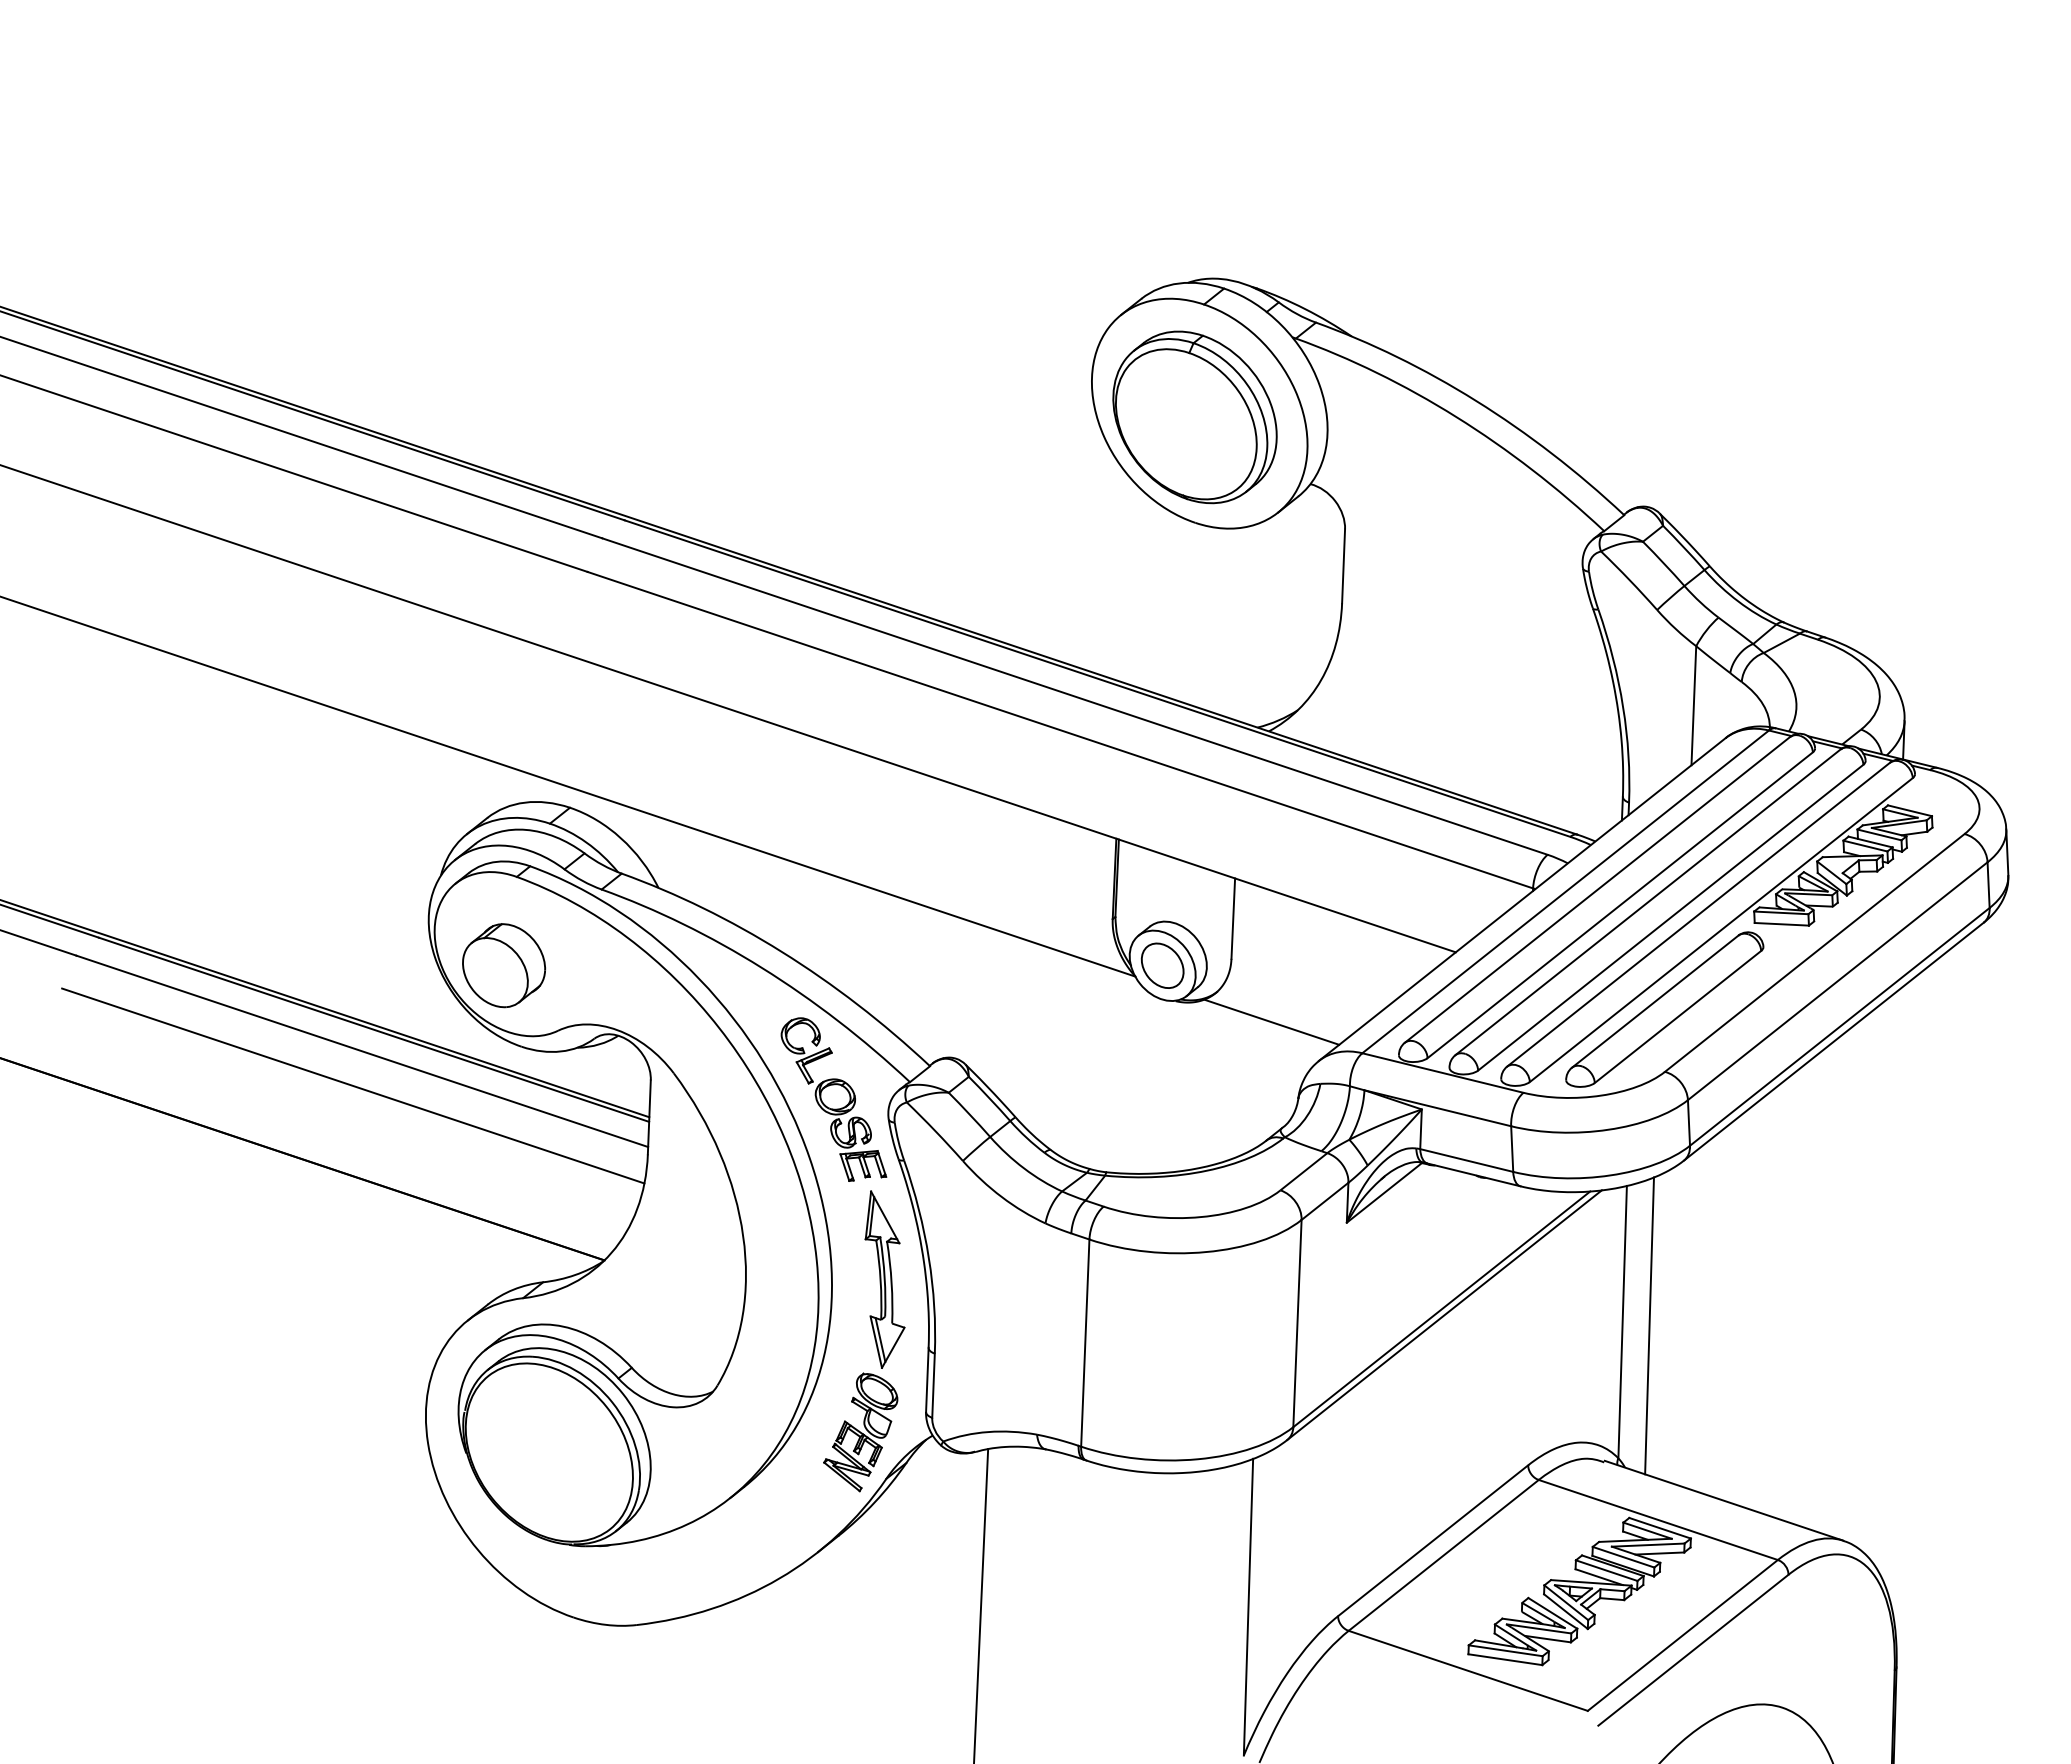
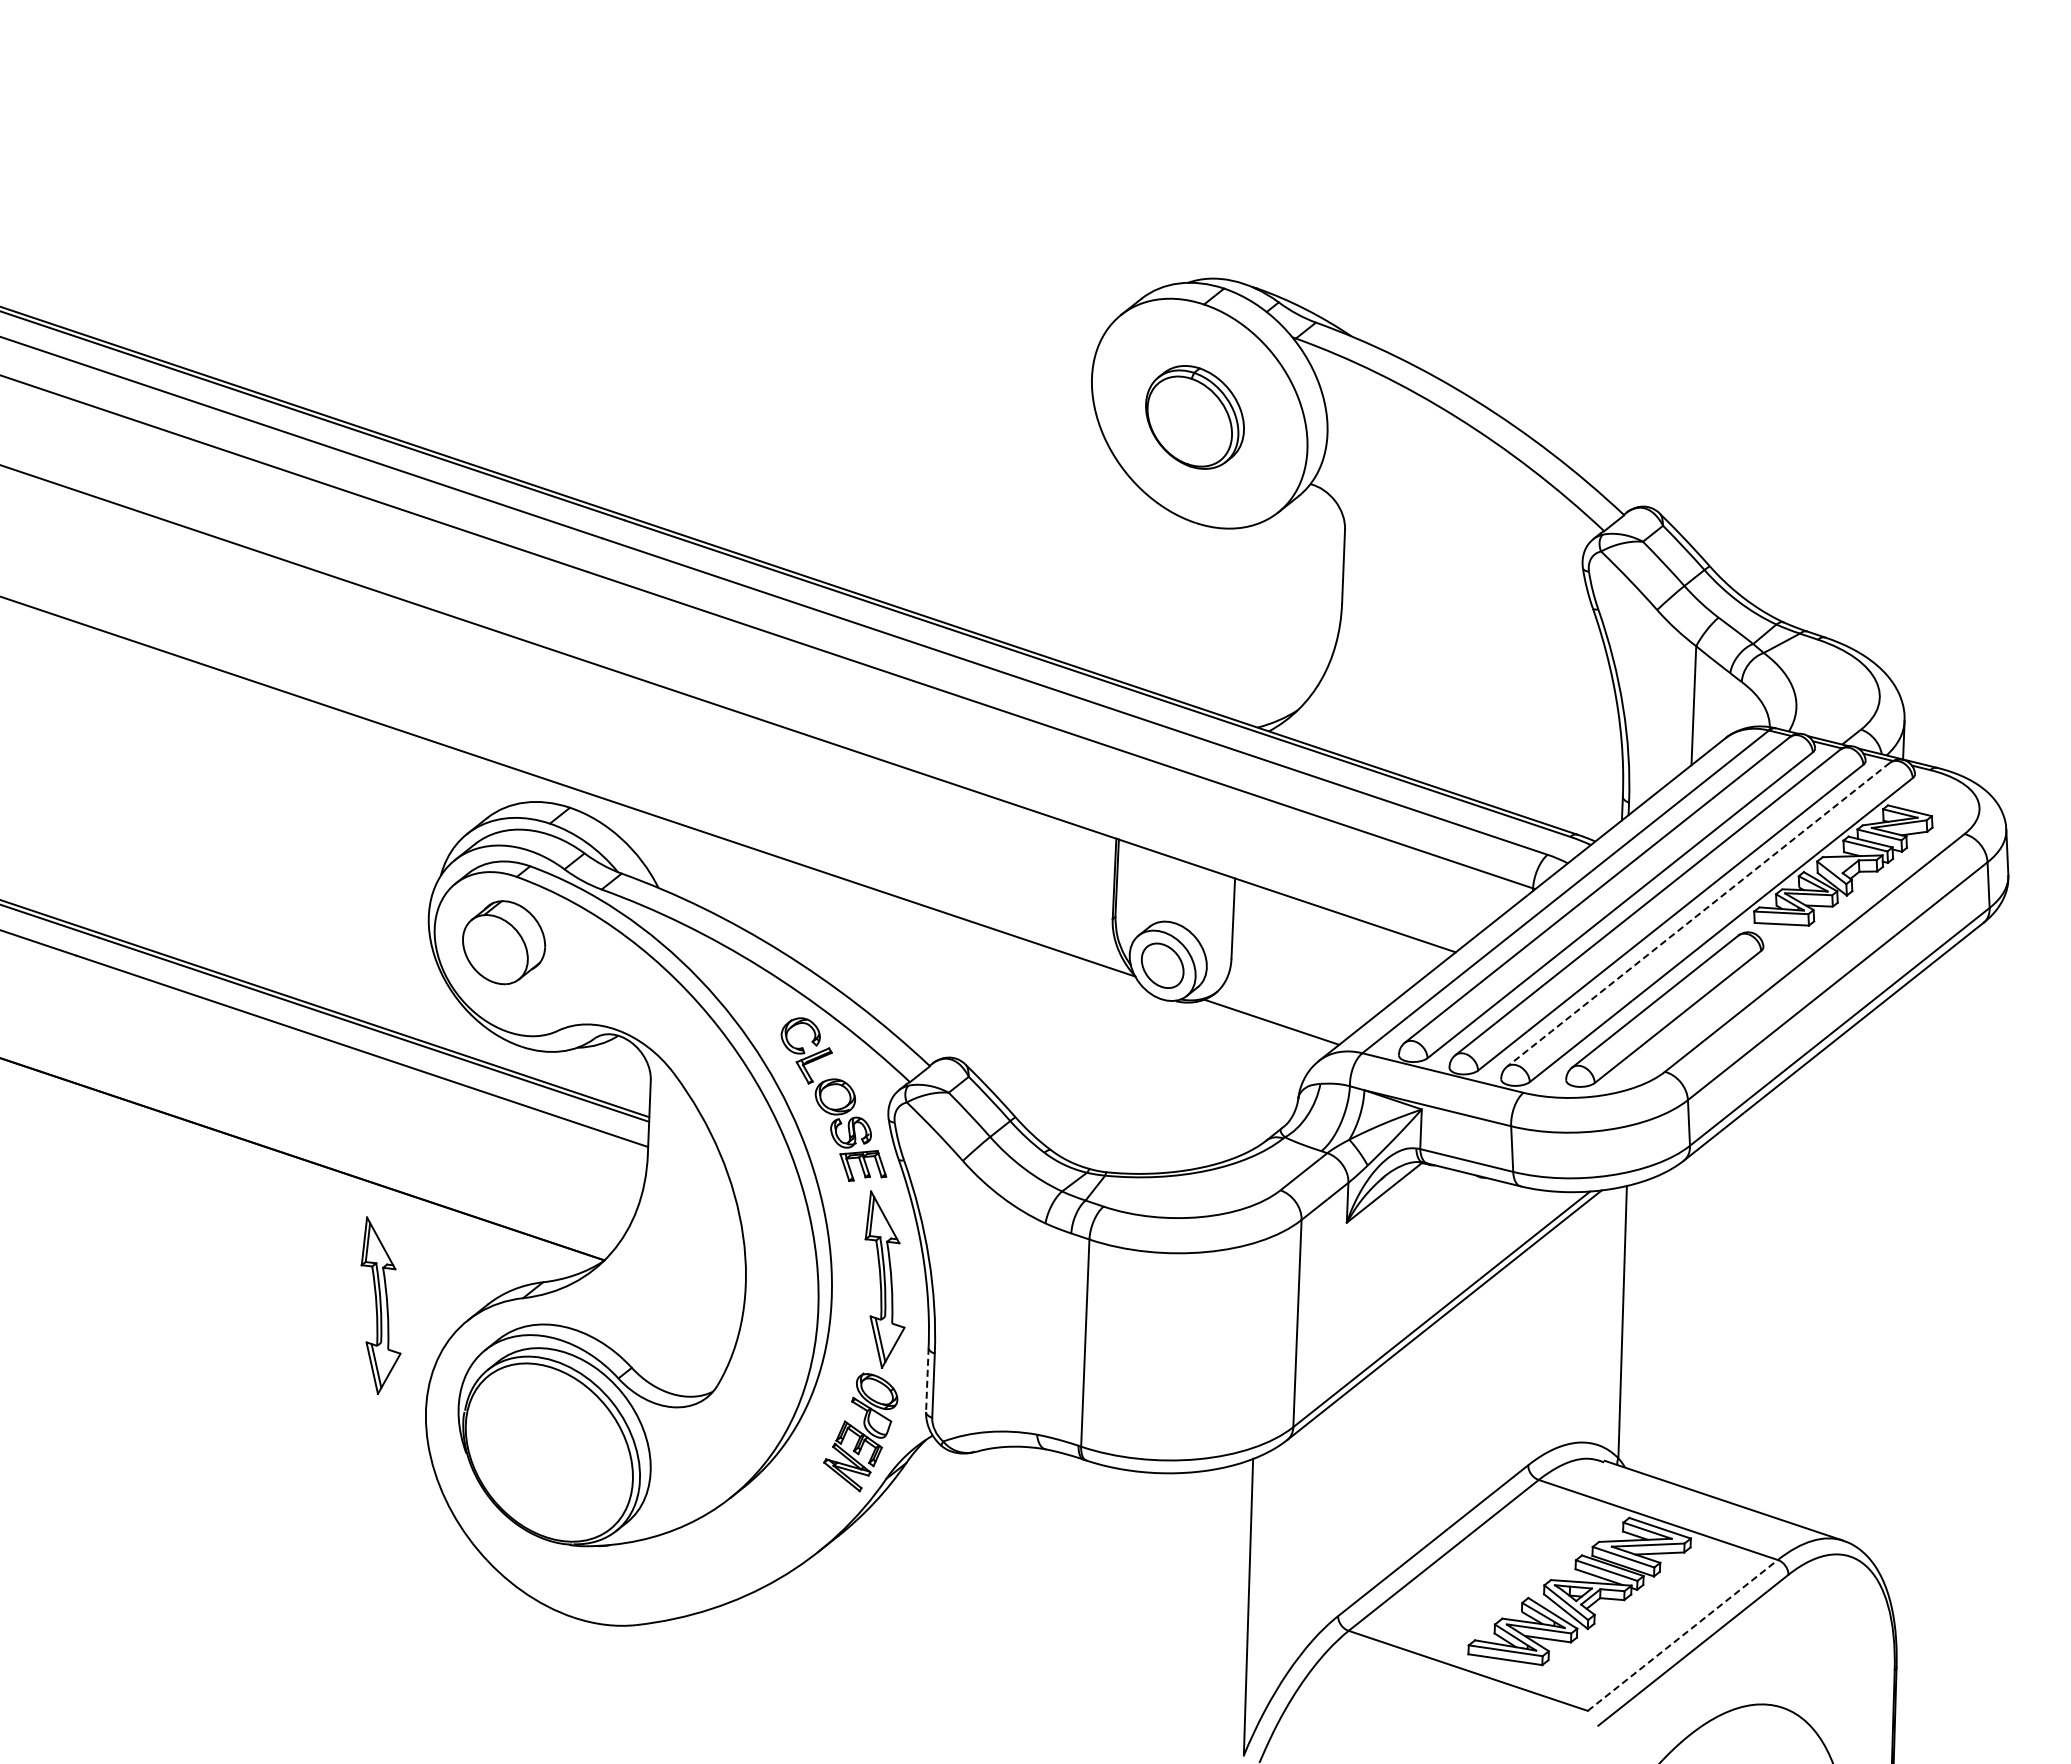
part at (1194, 417) size: 166x175 px -> 100x105 px
line at (1698, 915): solid -> dashed
part at (504, 965) position: (504, 965) -> (504, 942)
line at (353, 1085): present -> none
part at (380, 1305): none -> present
line at (1649, 1325): present -> none
line at (927, 1380): solid -> dashed
line at (981, 1604): present -> none
line at (1683, 1635): solid -> dashed
